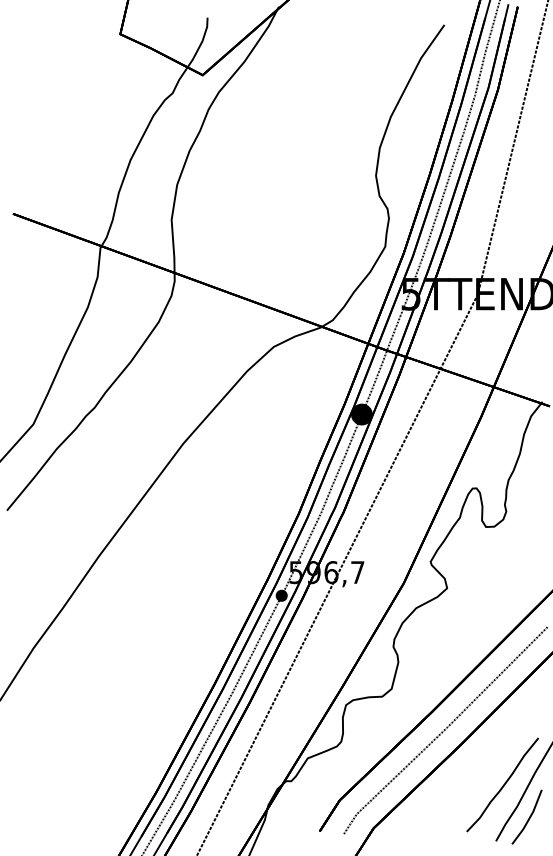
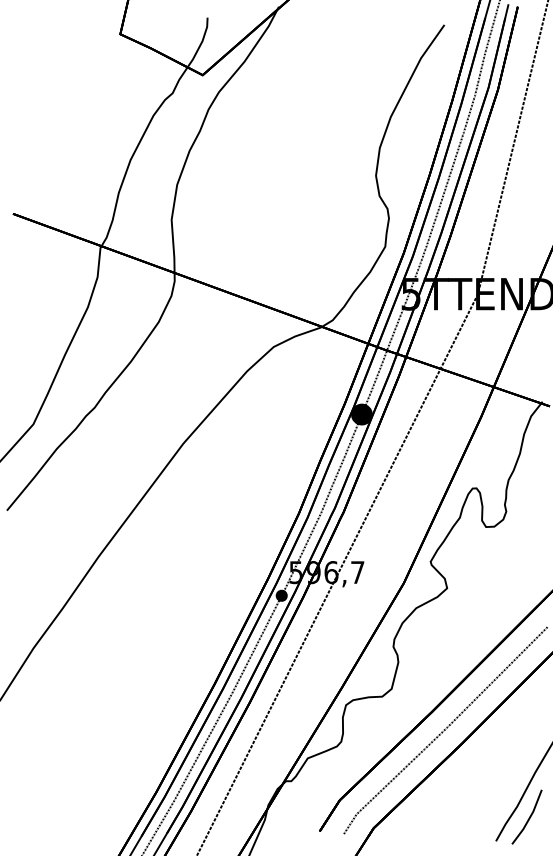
curve at (503, 784): present -> none
